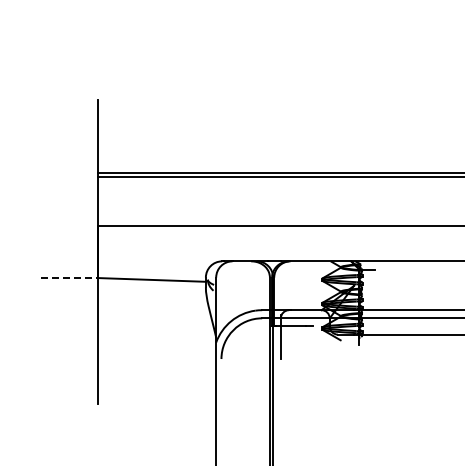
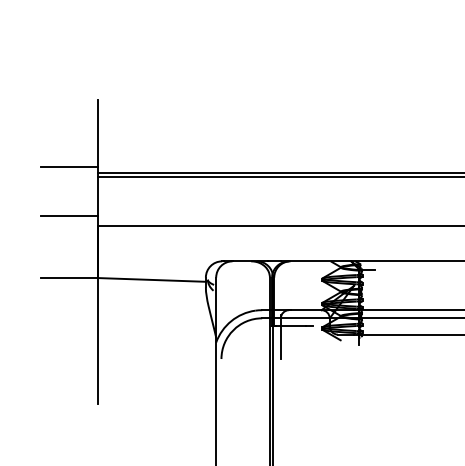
line at (68, 166): none -> present
line at (68, 215): none -> present
line at (69, 278): dashed -> solid
